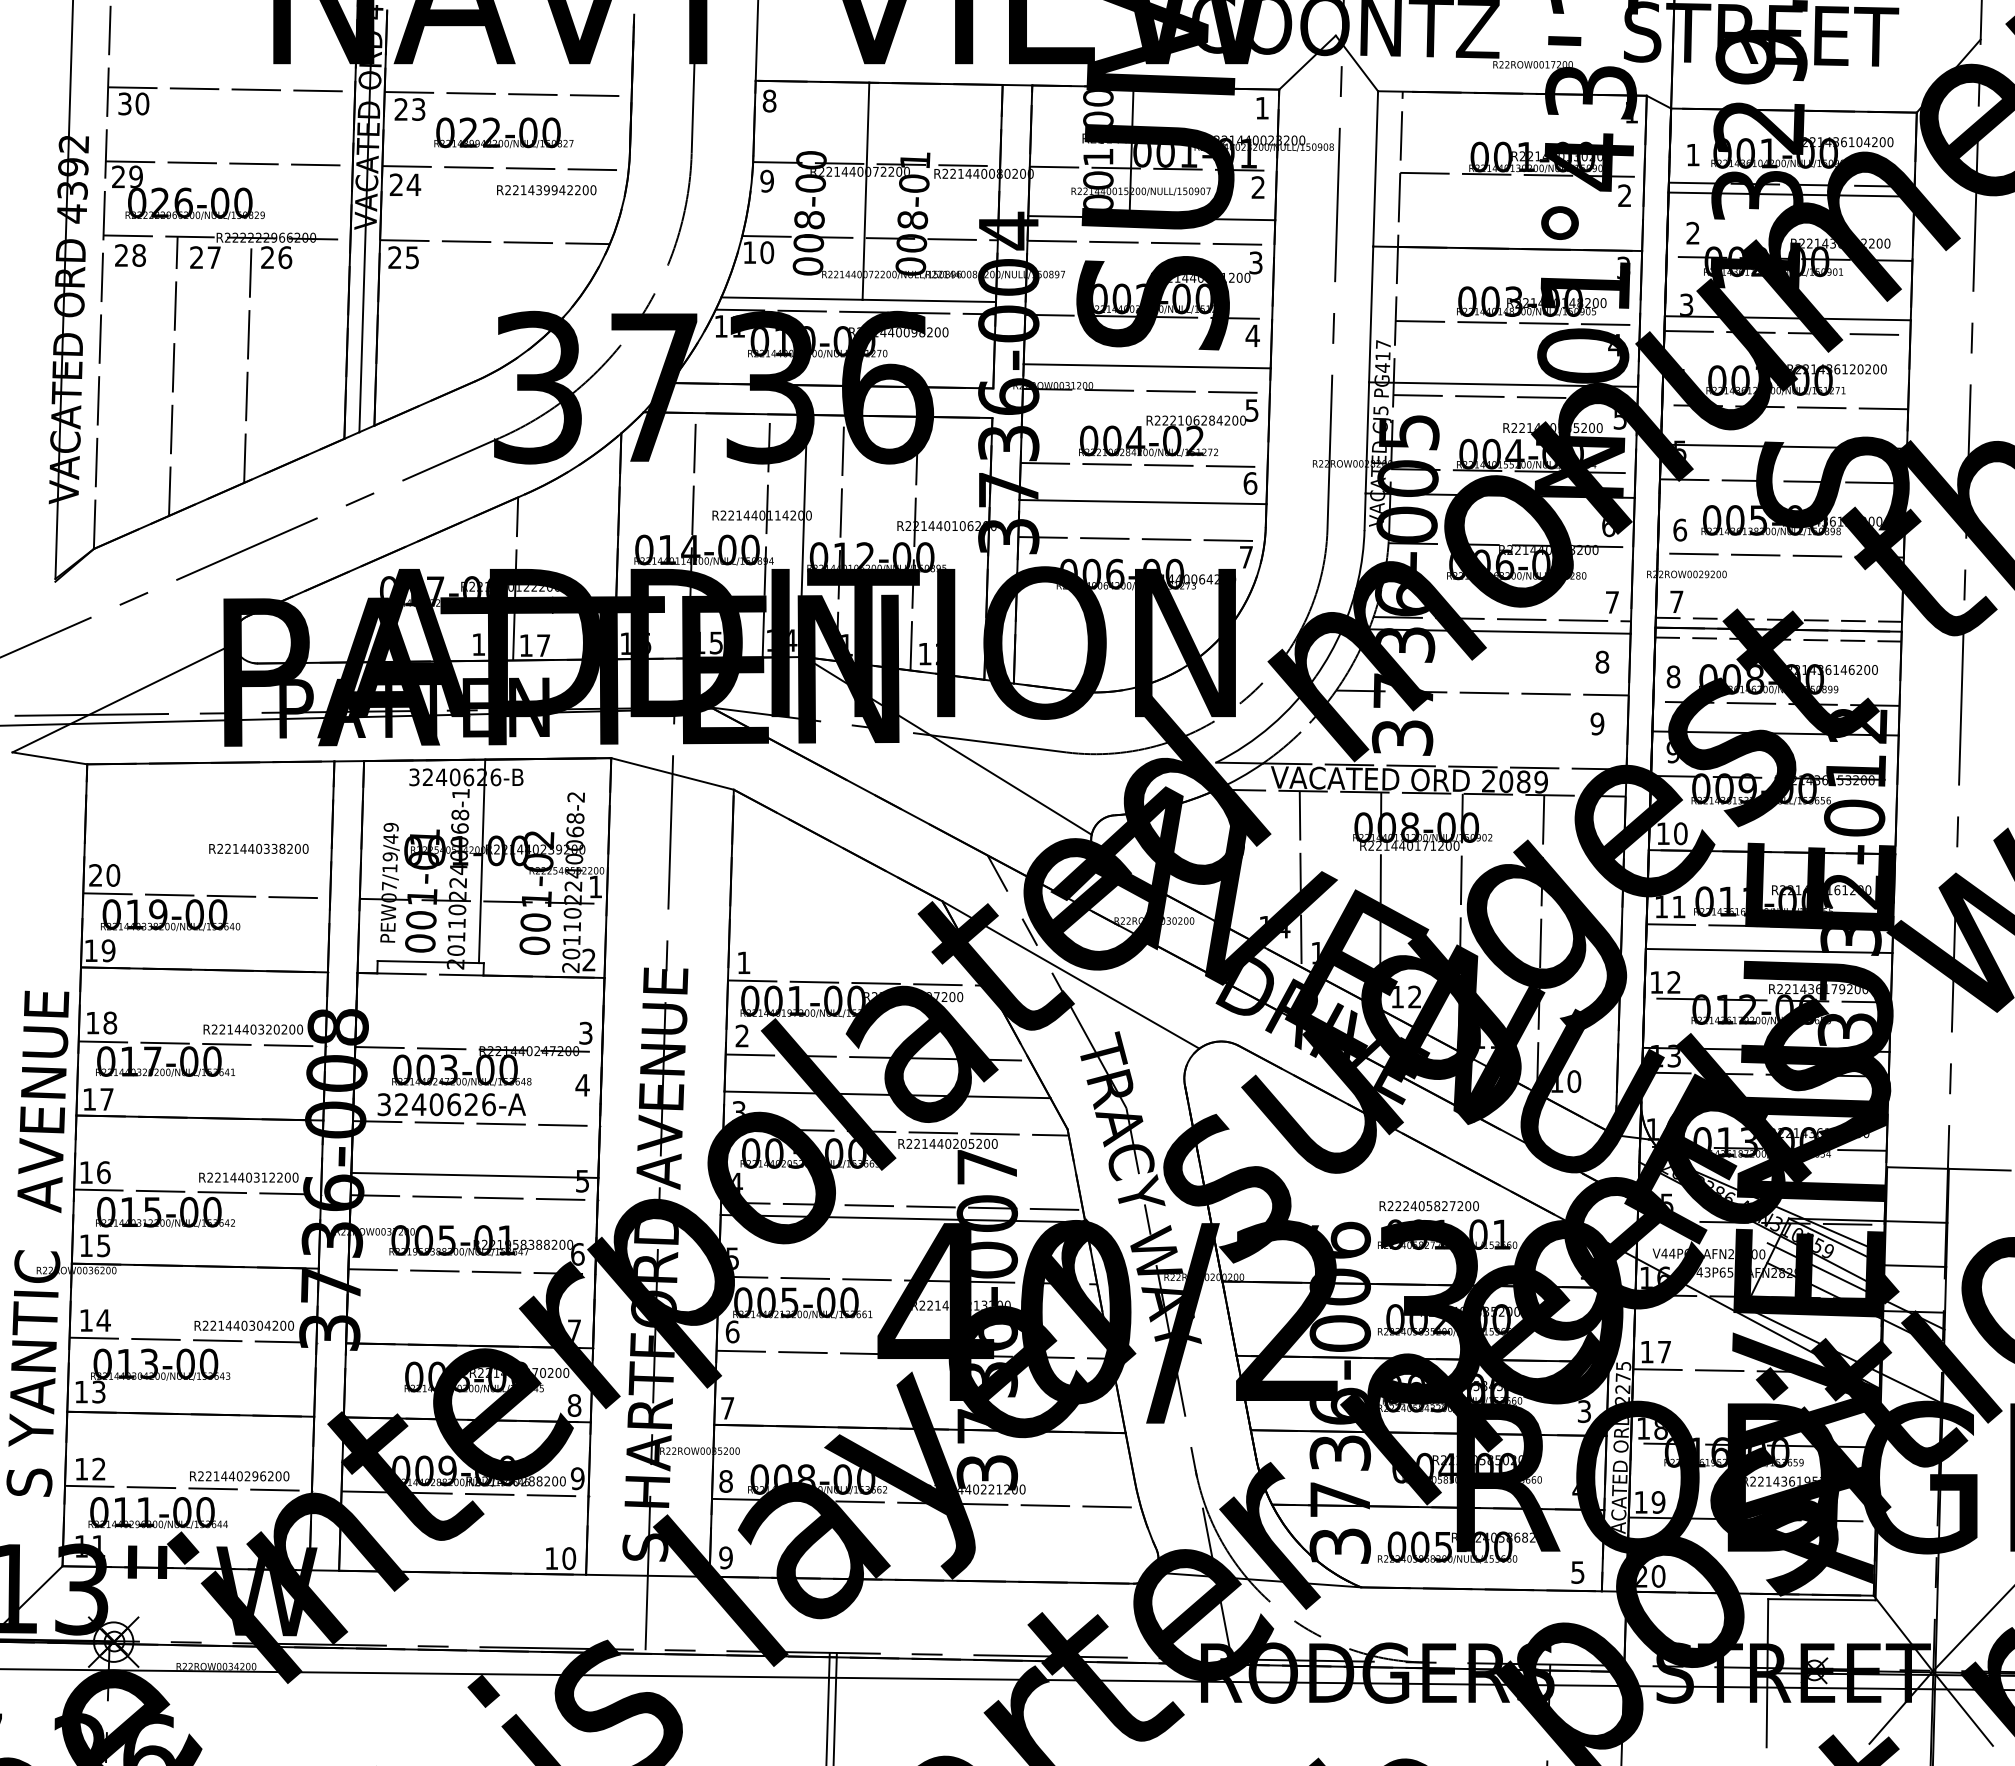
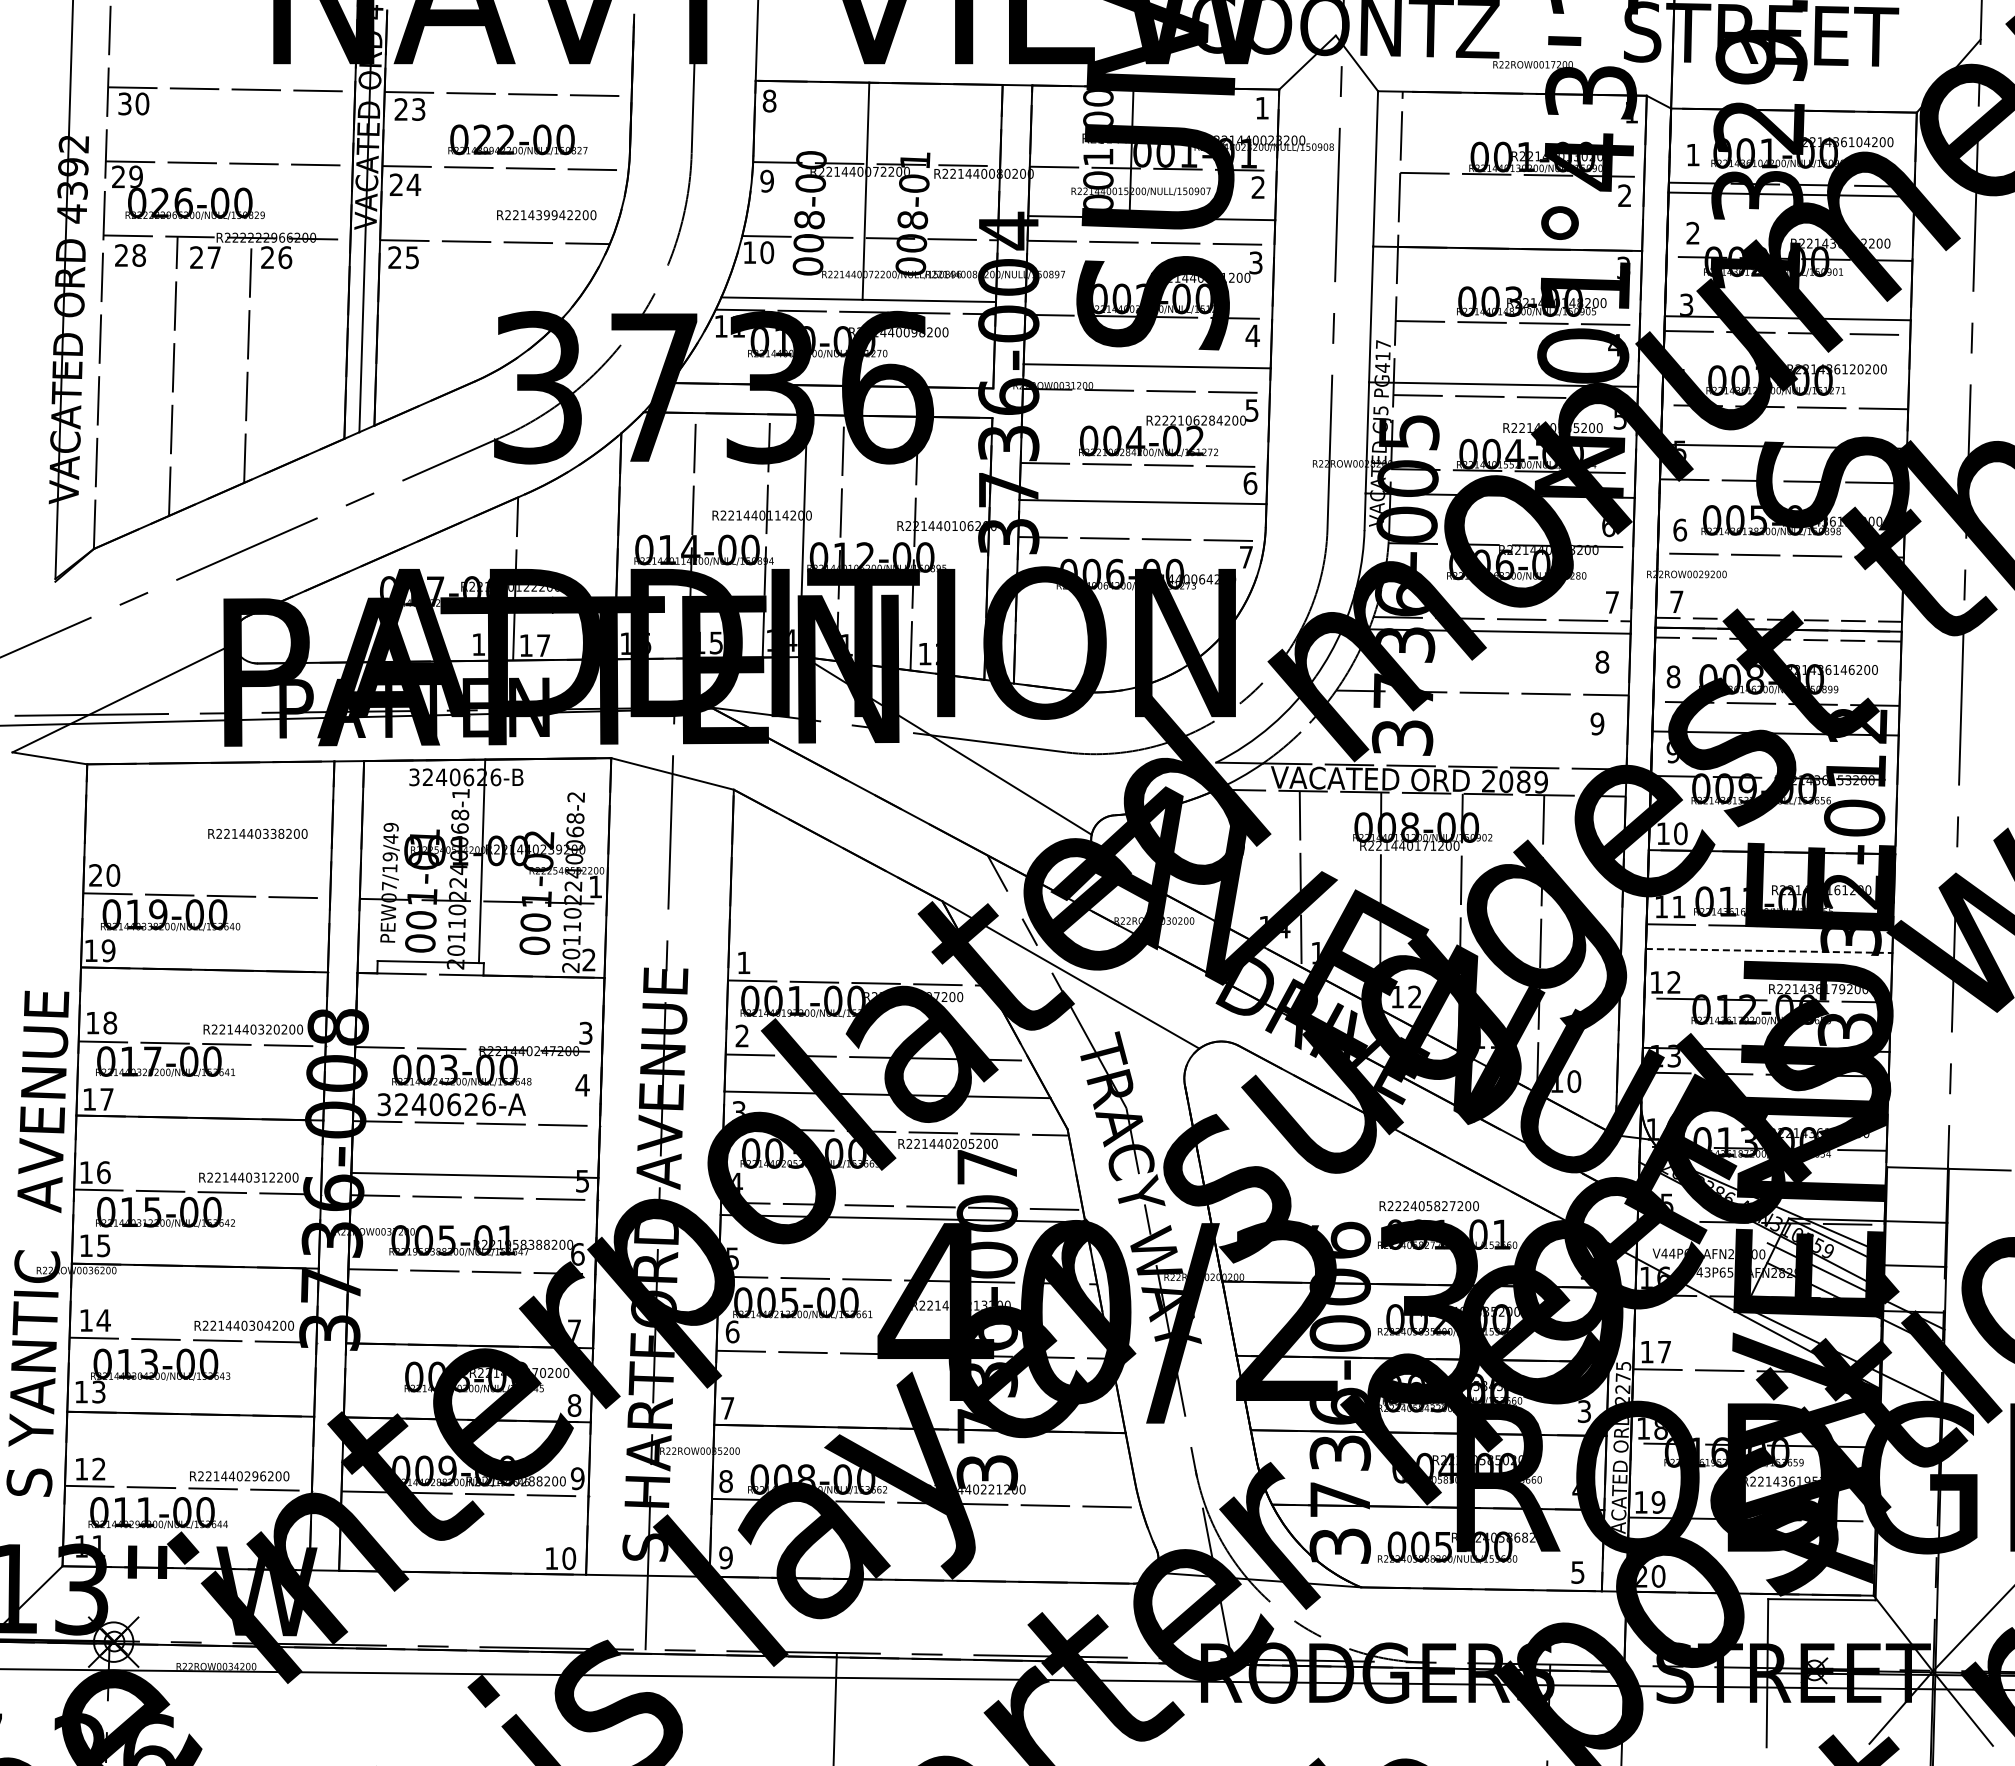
text at (503, 132) position: (503, 132) -> (517, 139)
text at (546, 190) position: (546, 190) -> (546, 215)
text at (258, 848) position: (258, 848) -> (257, 833)
line at (1769, 951): solid -> dashed
line at (827, 1707): present -> none
